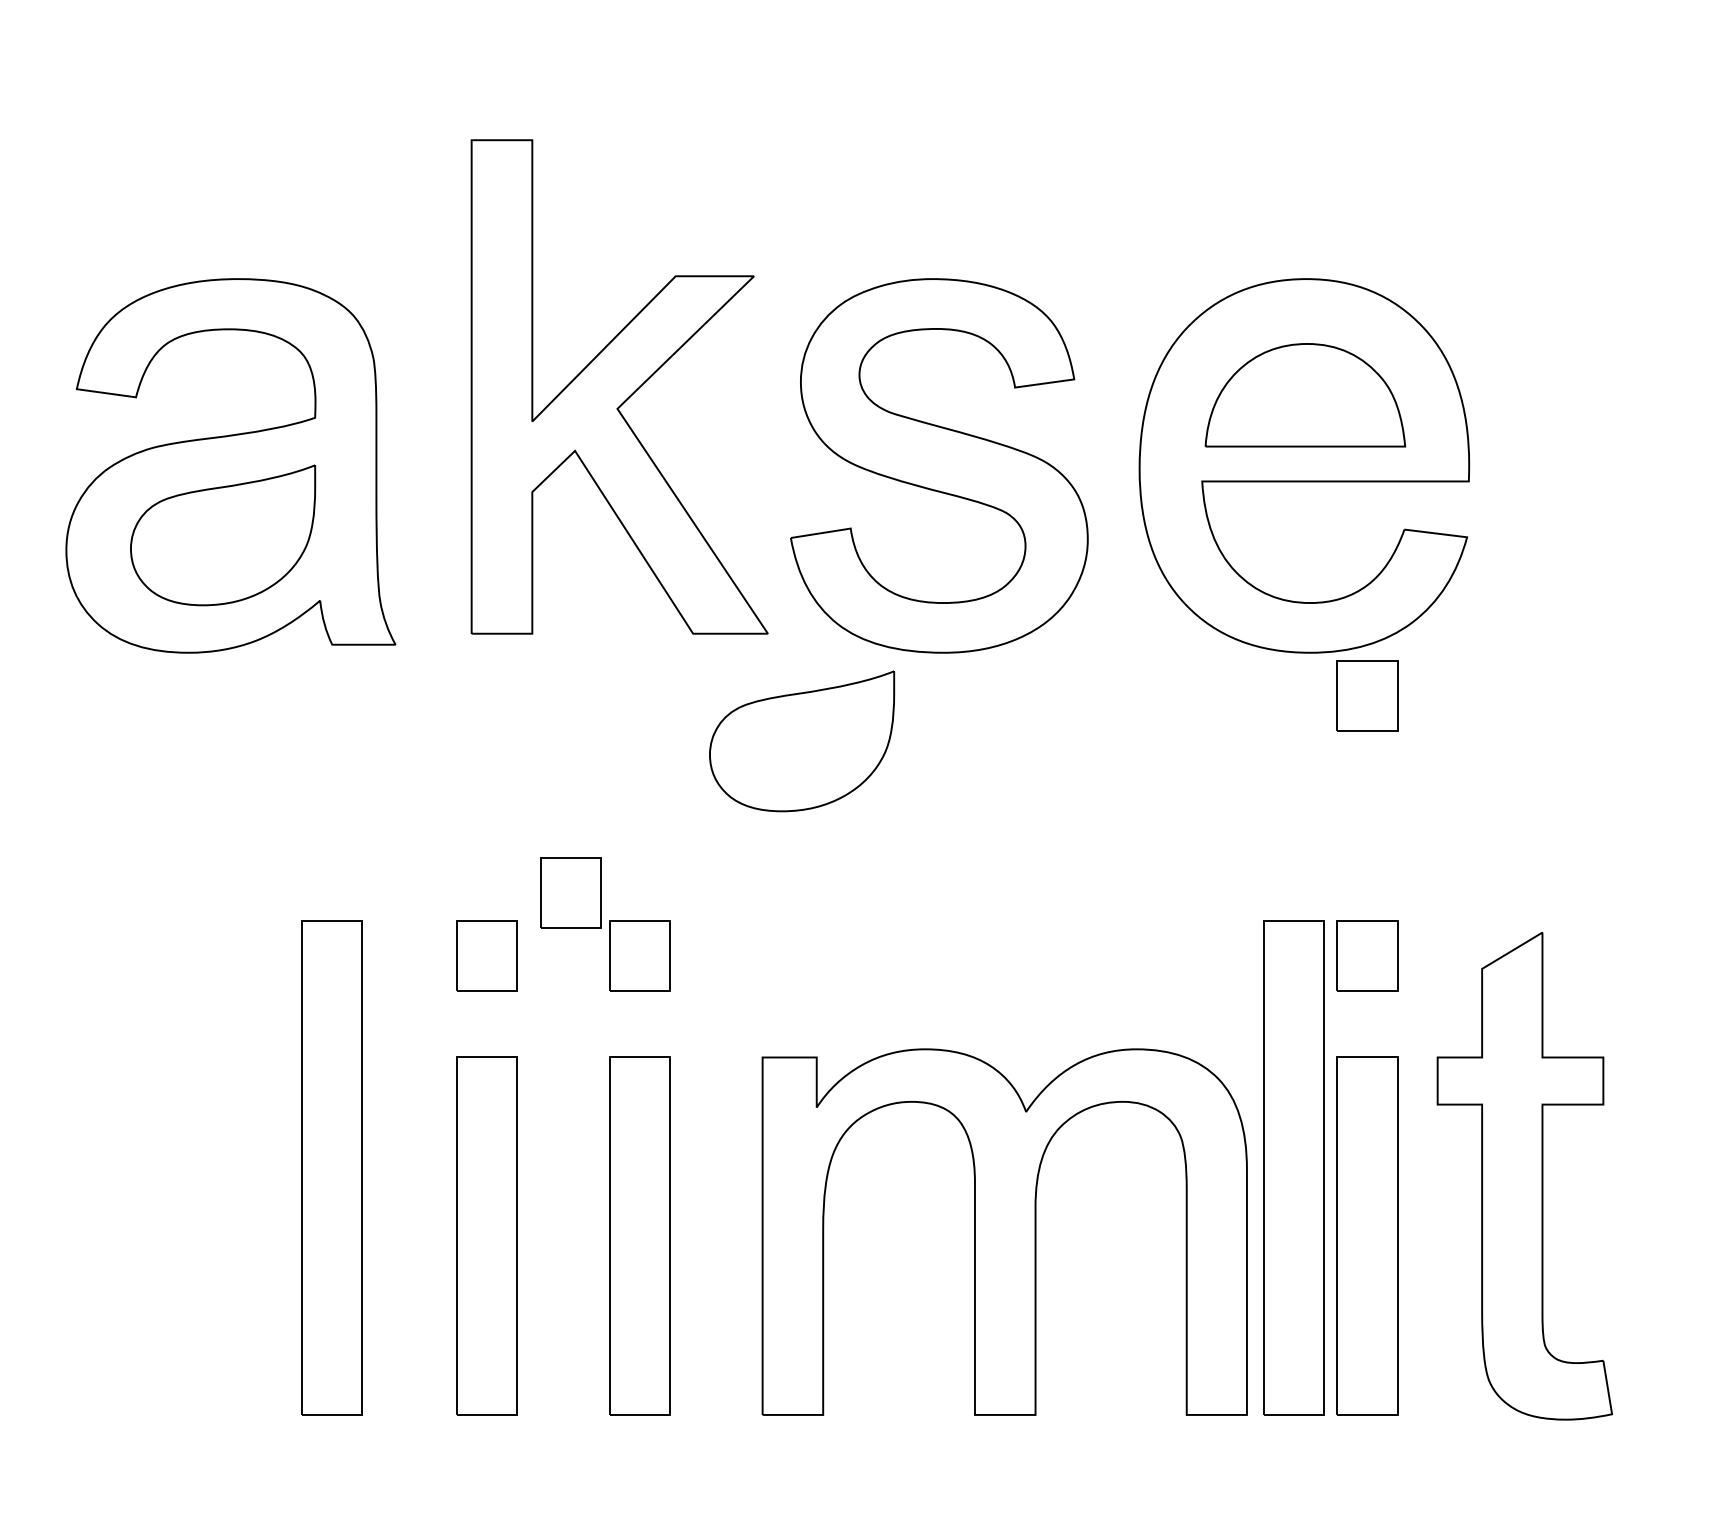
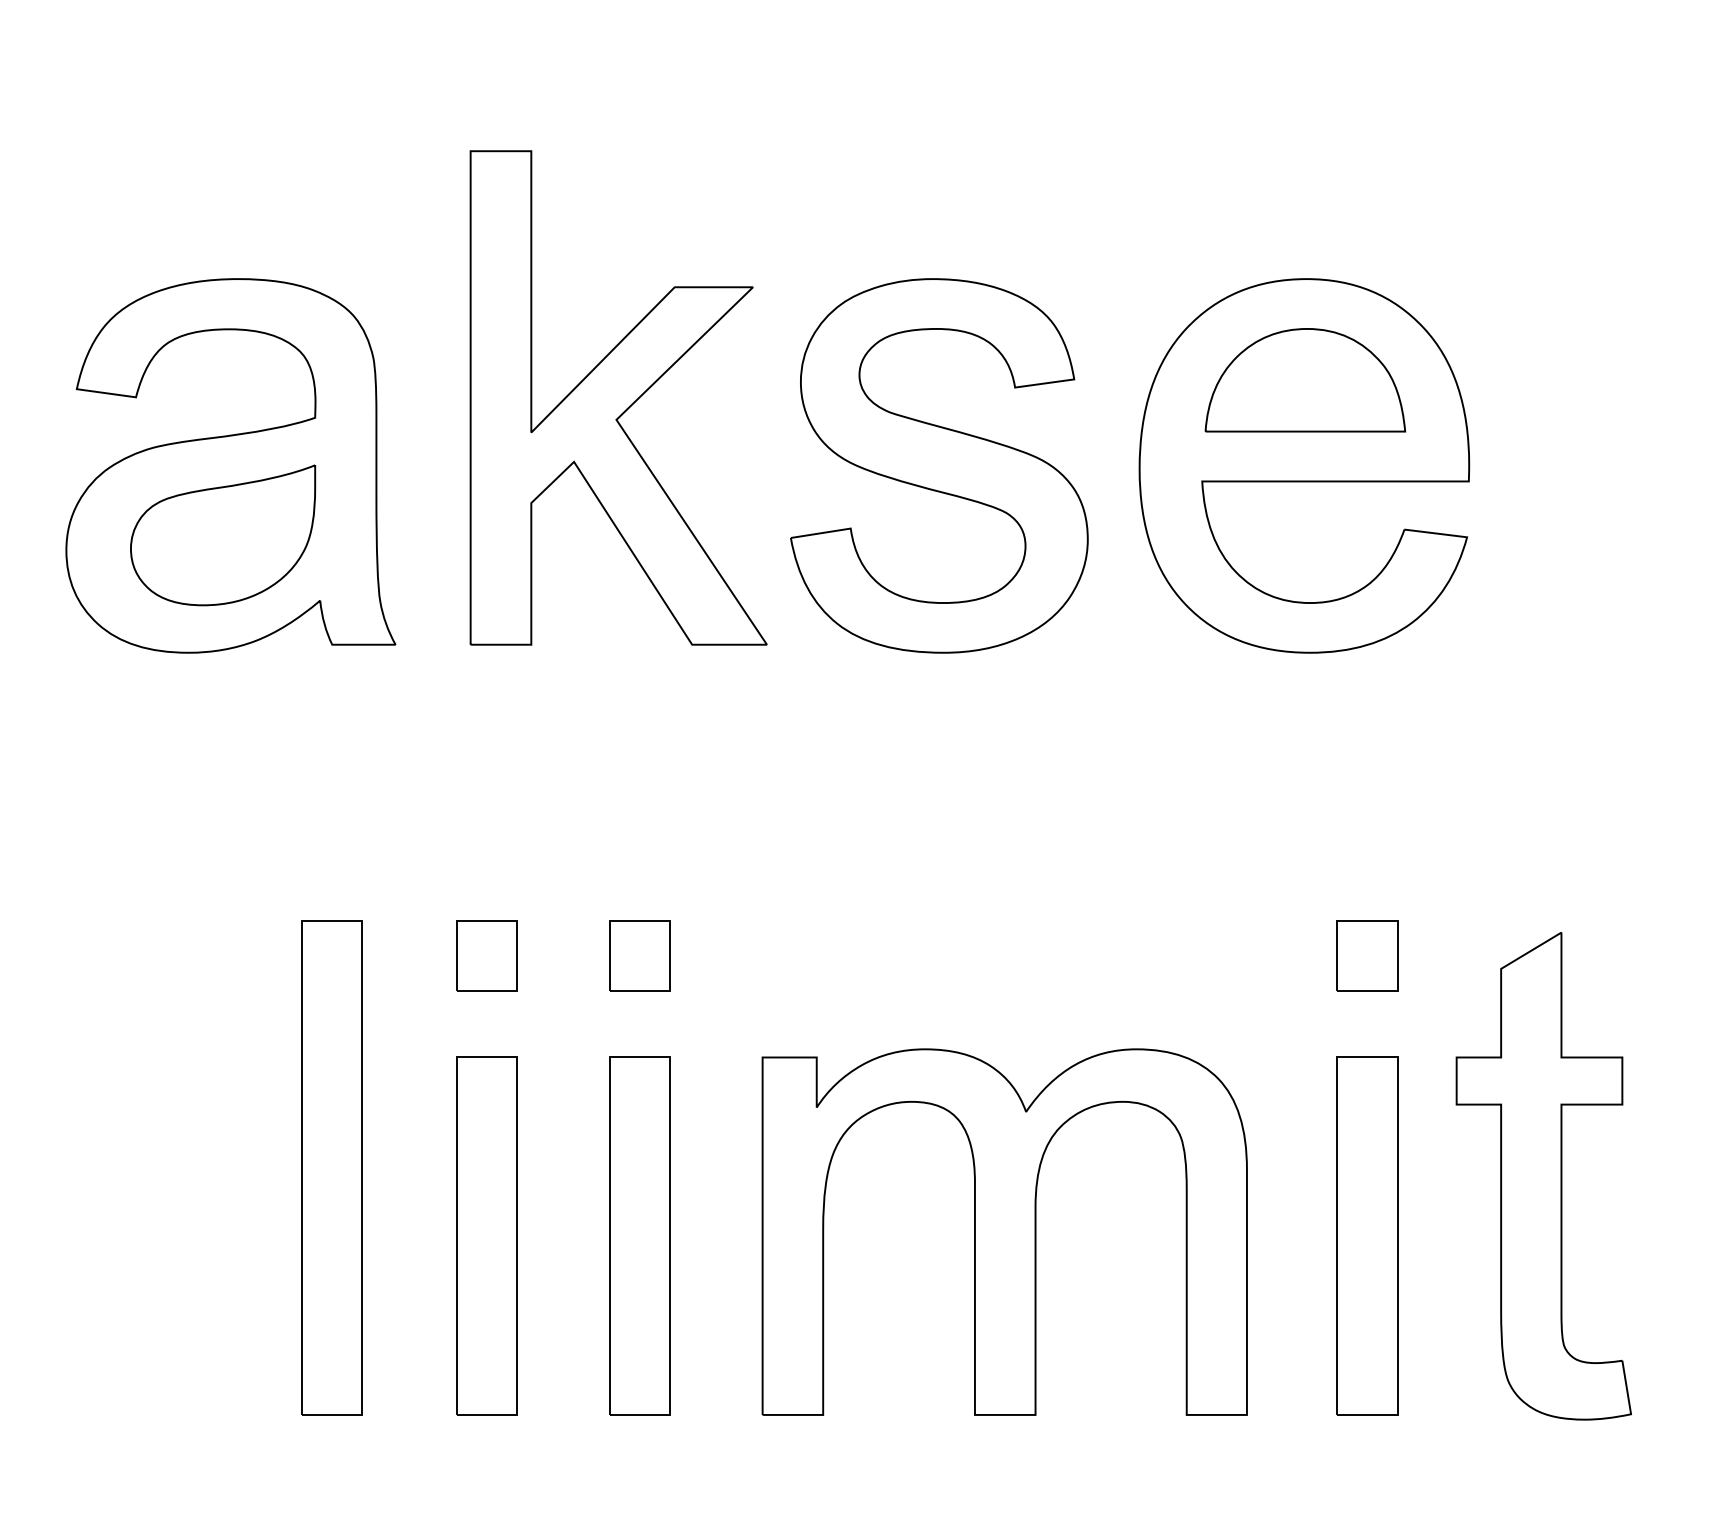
part at (619, 386) position: (619, 386) -> (618, 397)
part at (1305, 395) position: (1305, 395) -> (1305, 380)
part at (1367, 695): present -> none
part at (802, 741): present -> none
part at (570, 892): present -> none
part at (1293, 1167): present -> none
part at (1524, 1176) position: (1524, 1176) -> (1543, 1176)
